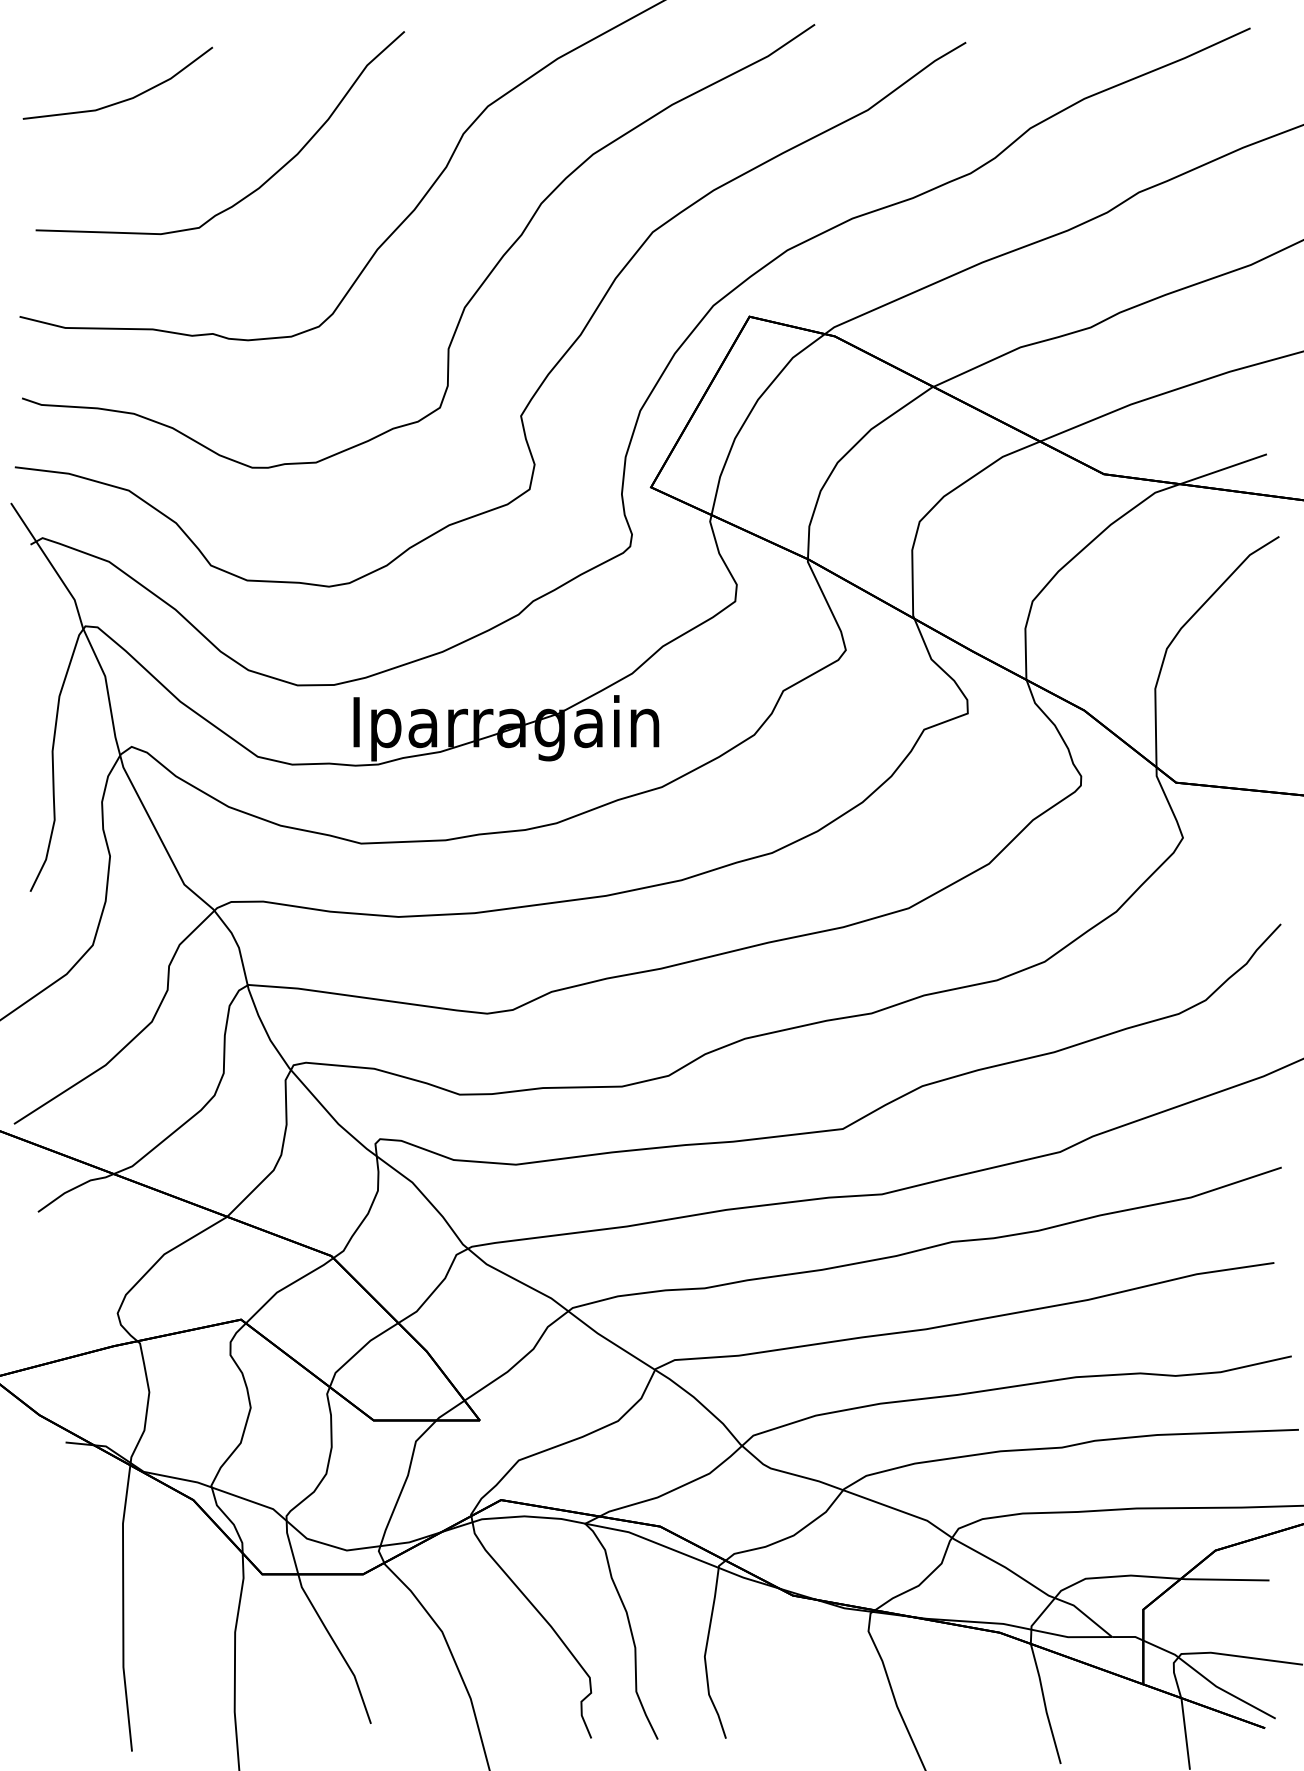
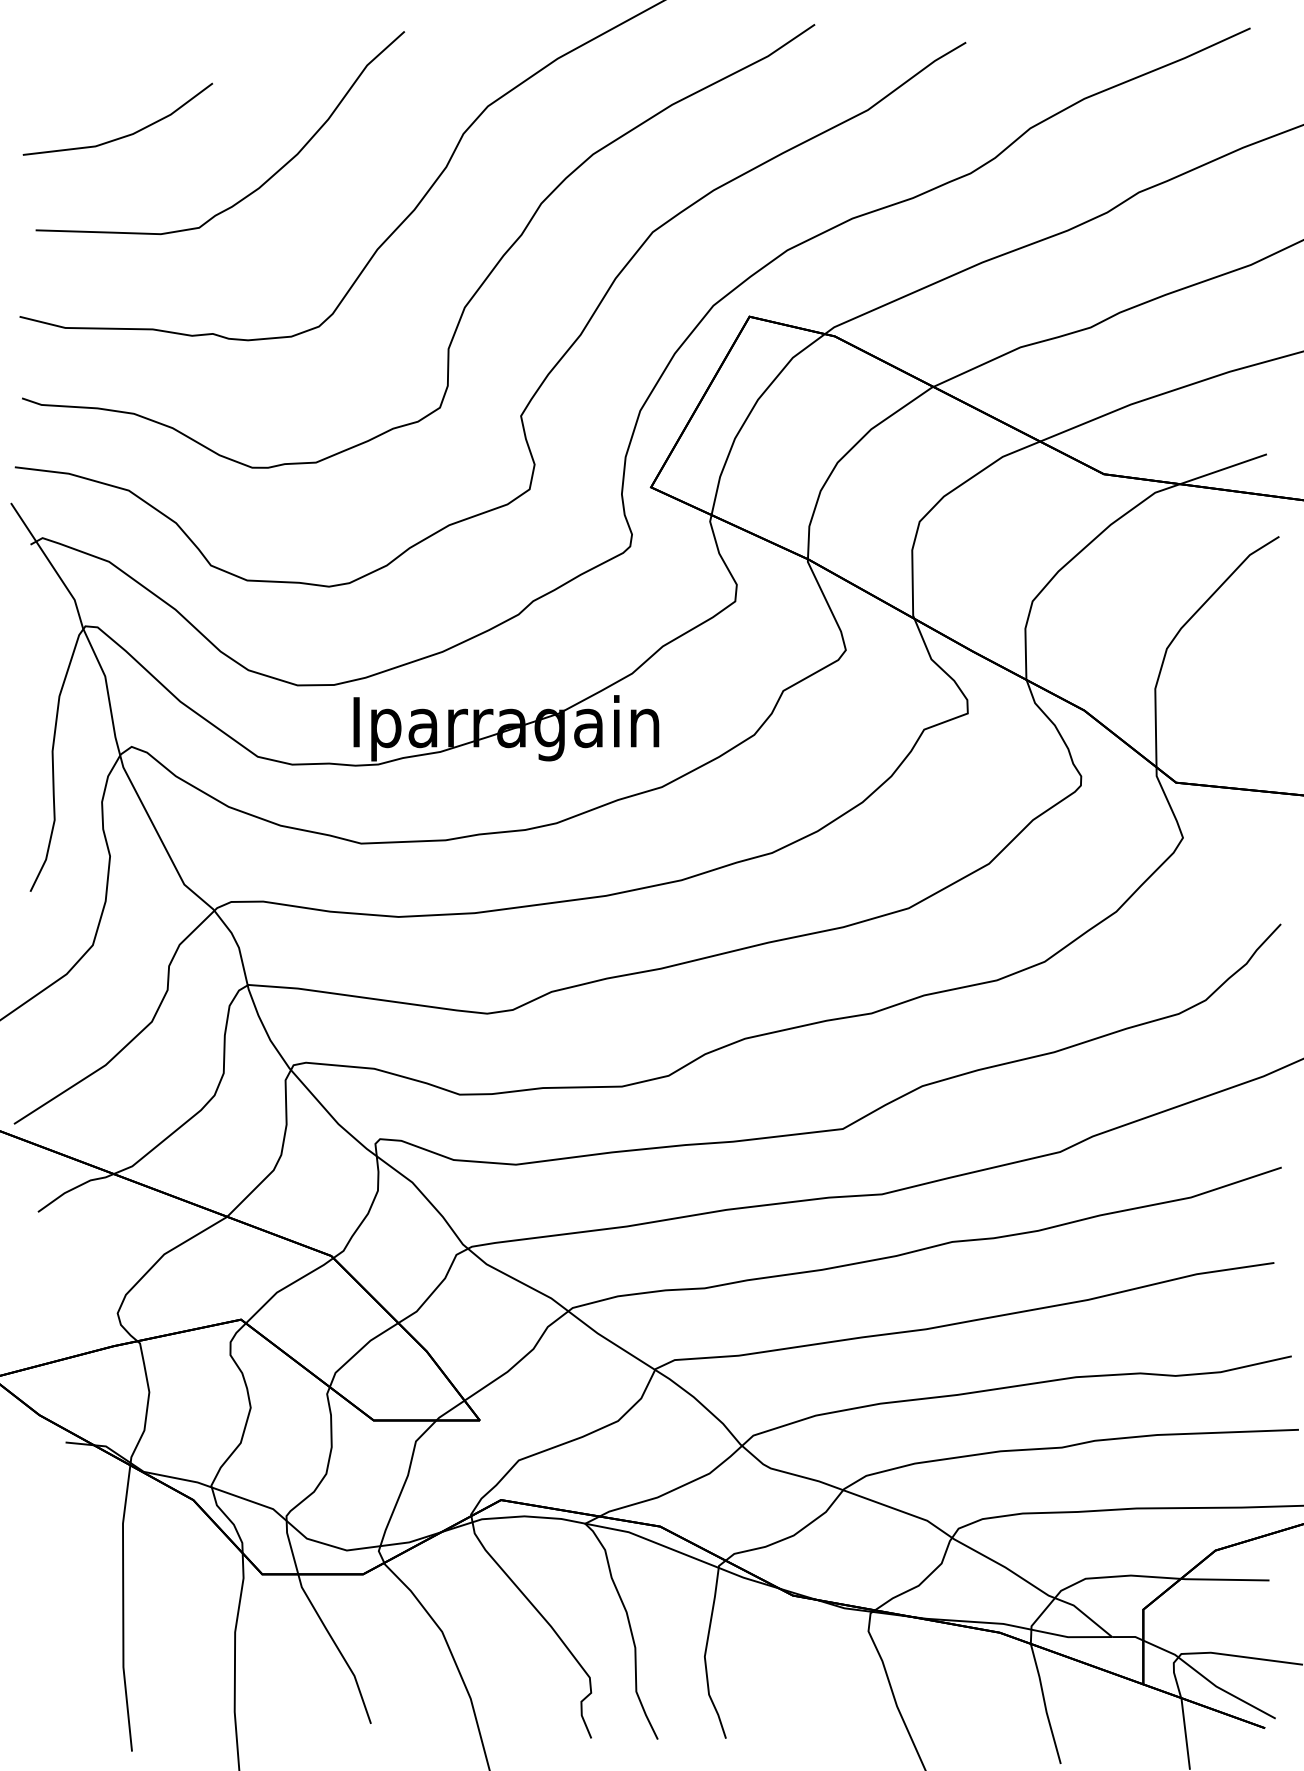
line at (124, 99) position: (124, 99) -> (124, 135)
